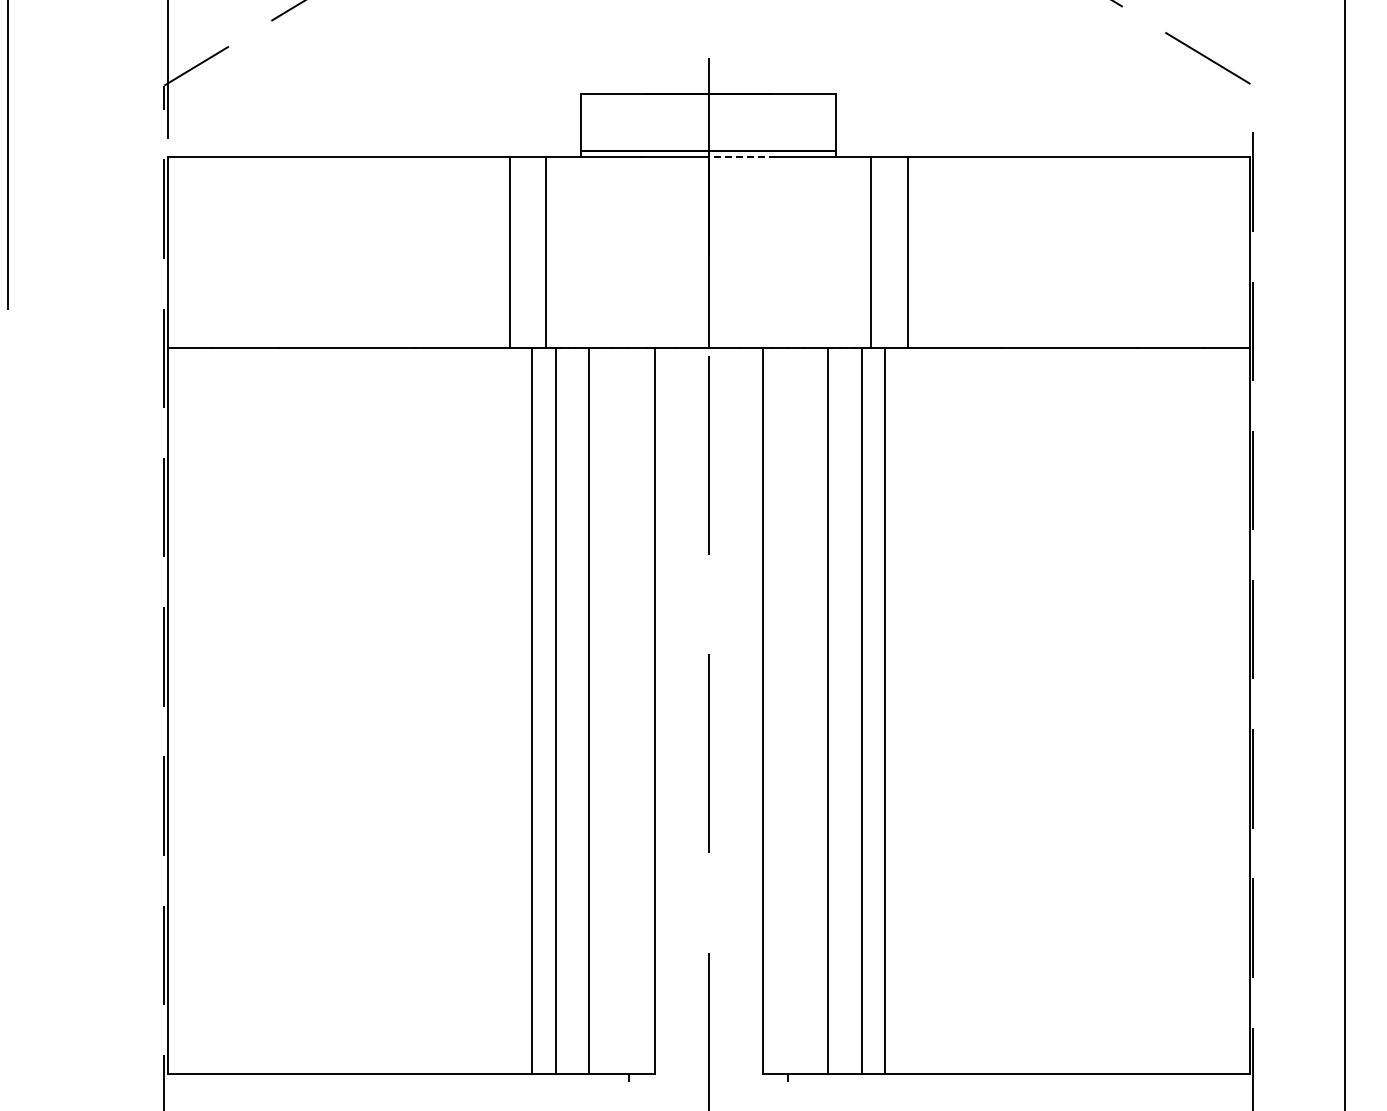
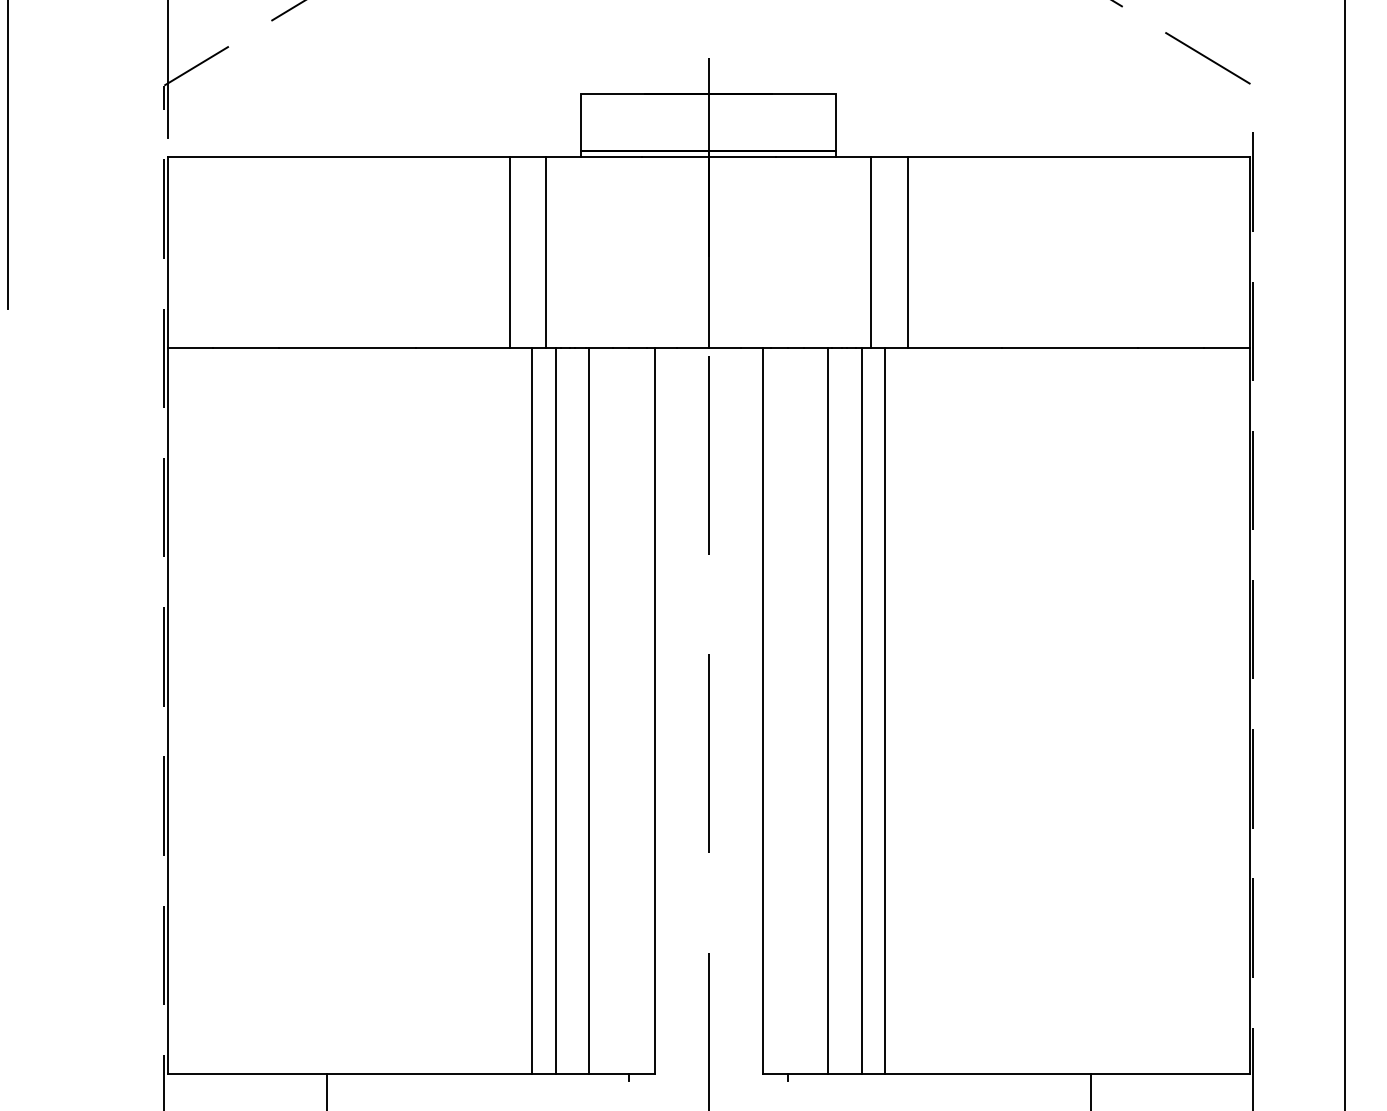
line at (741, 157): dashed -> solid
line at (326, 1090): none -> present
line at (1090, 1090): none -> present
